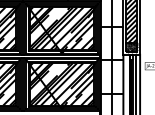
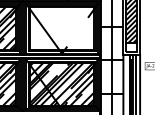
hatch at (61, 28): present -> none
hatch at (131, 47): present -> none
